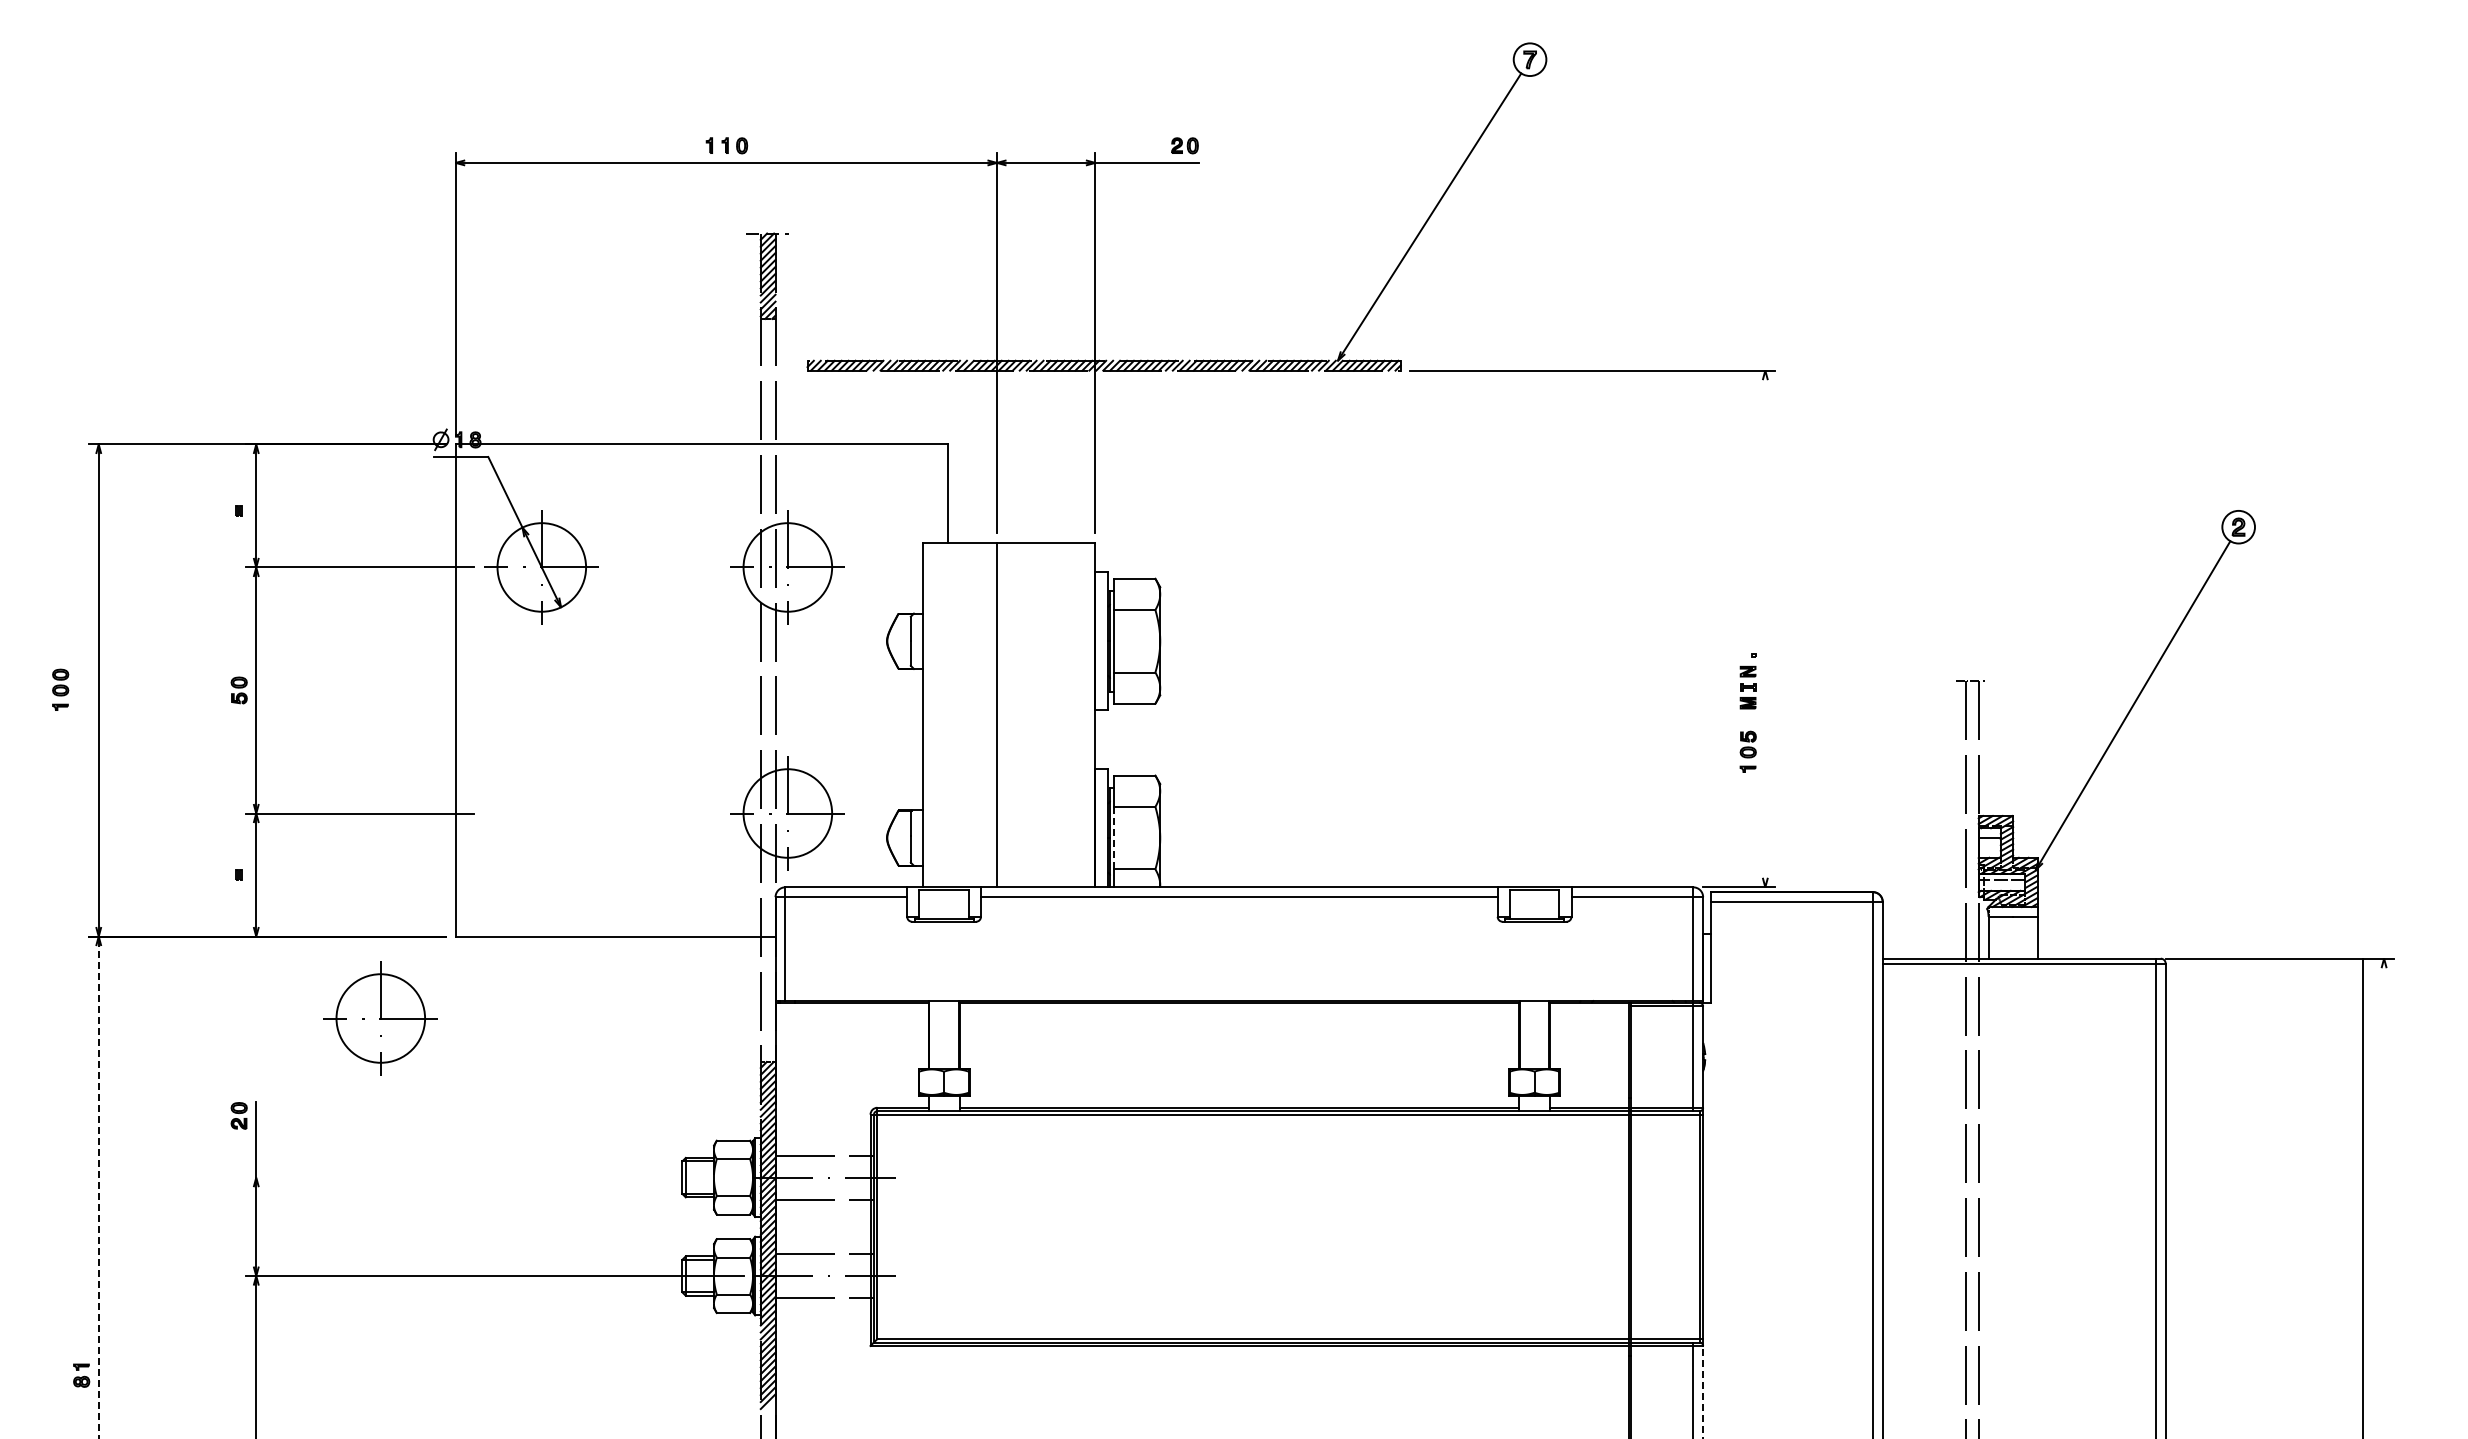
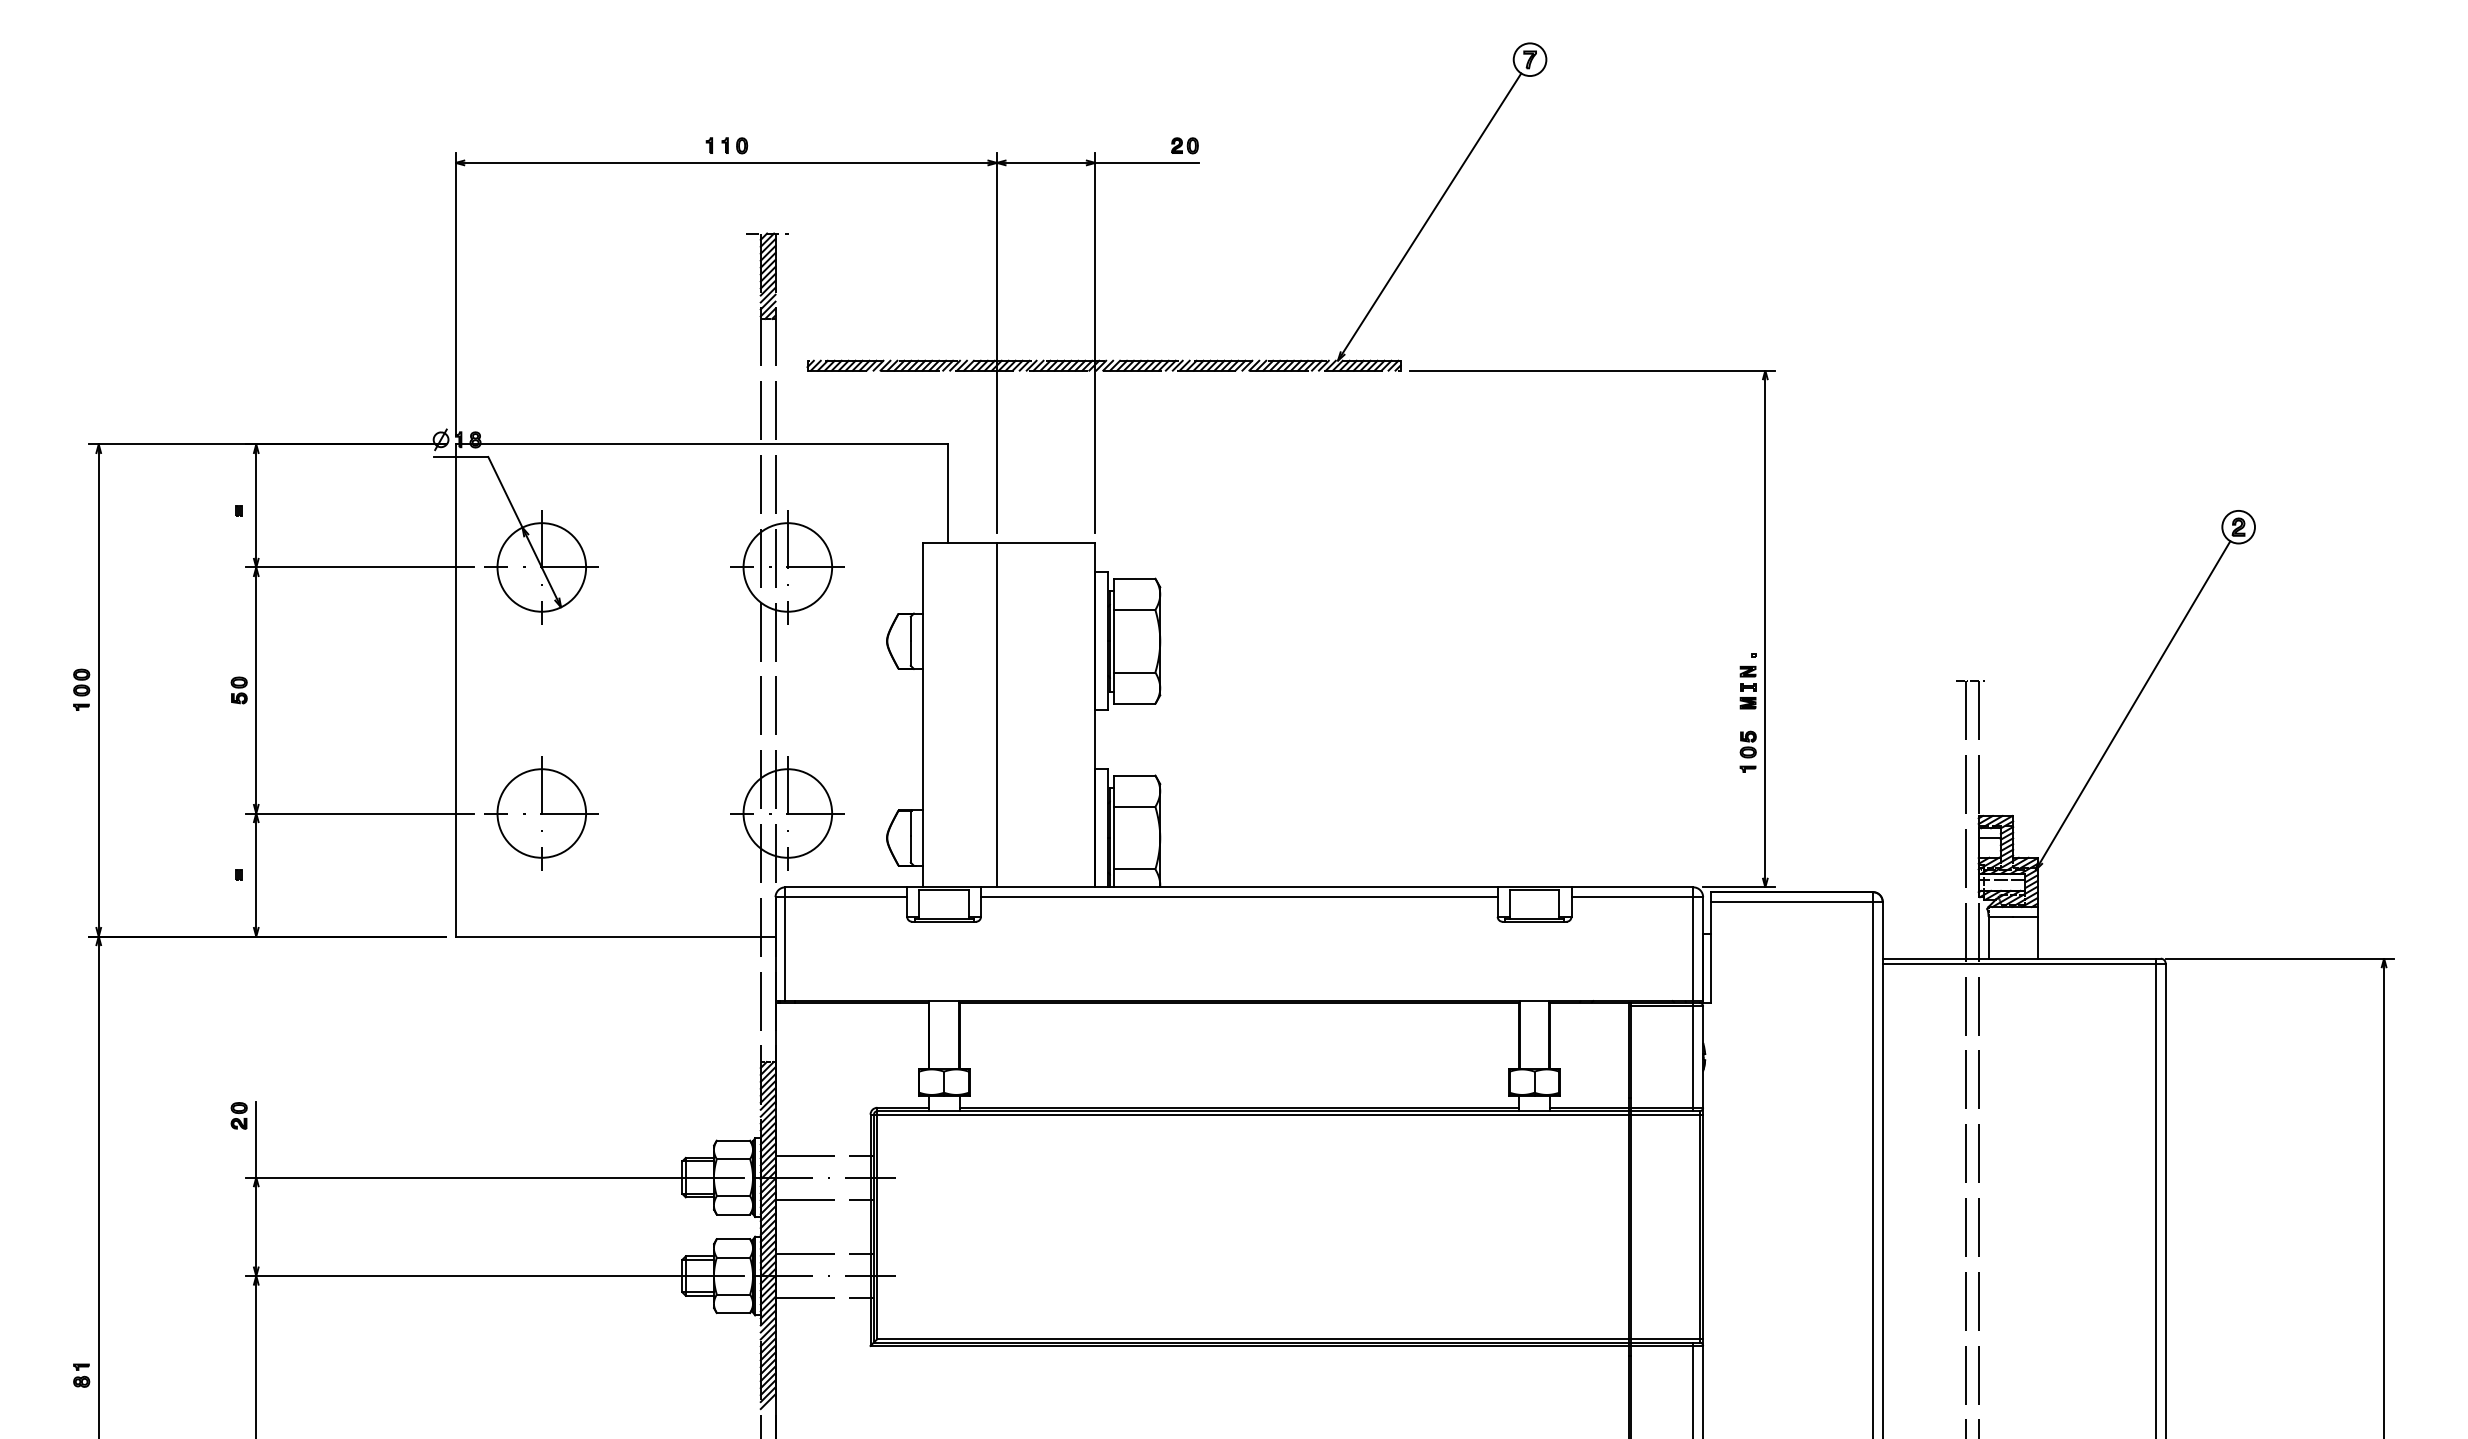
line at (1765, 628): none -> present
part at (60, 689) position: (60, 689) -> (81, 689)
line at (1114, 838): dashed -> solid
part at (380, 1018) position: (380, 1018) -> (541, 813)
line at (495, 1177): none -> present
line at (98, 1187): dashed -> solid
line at (2363, 1196) position: (2363, 1196) -> (2384, 1196)
line at (1703, 1391): dashed -> solid
